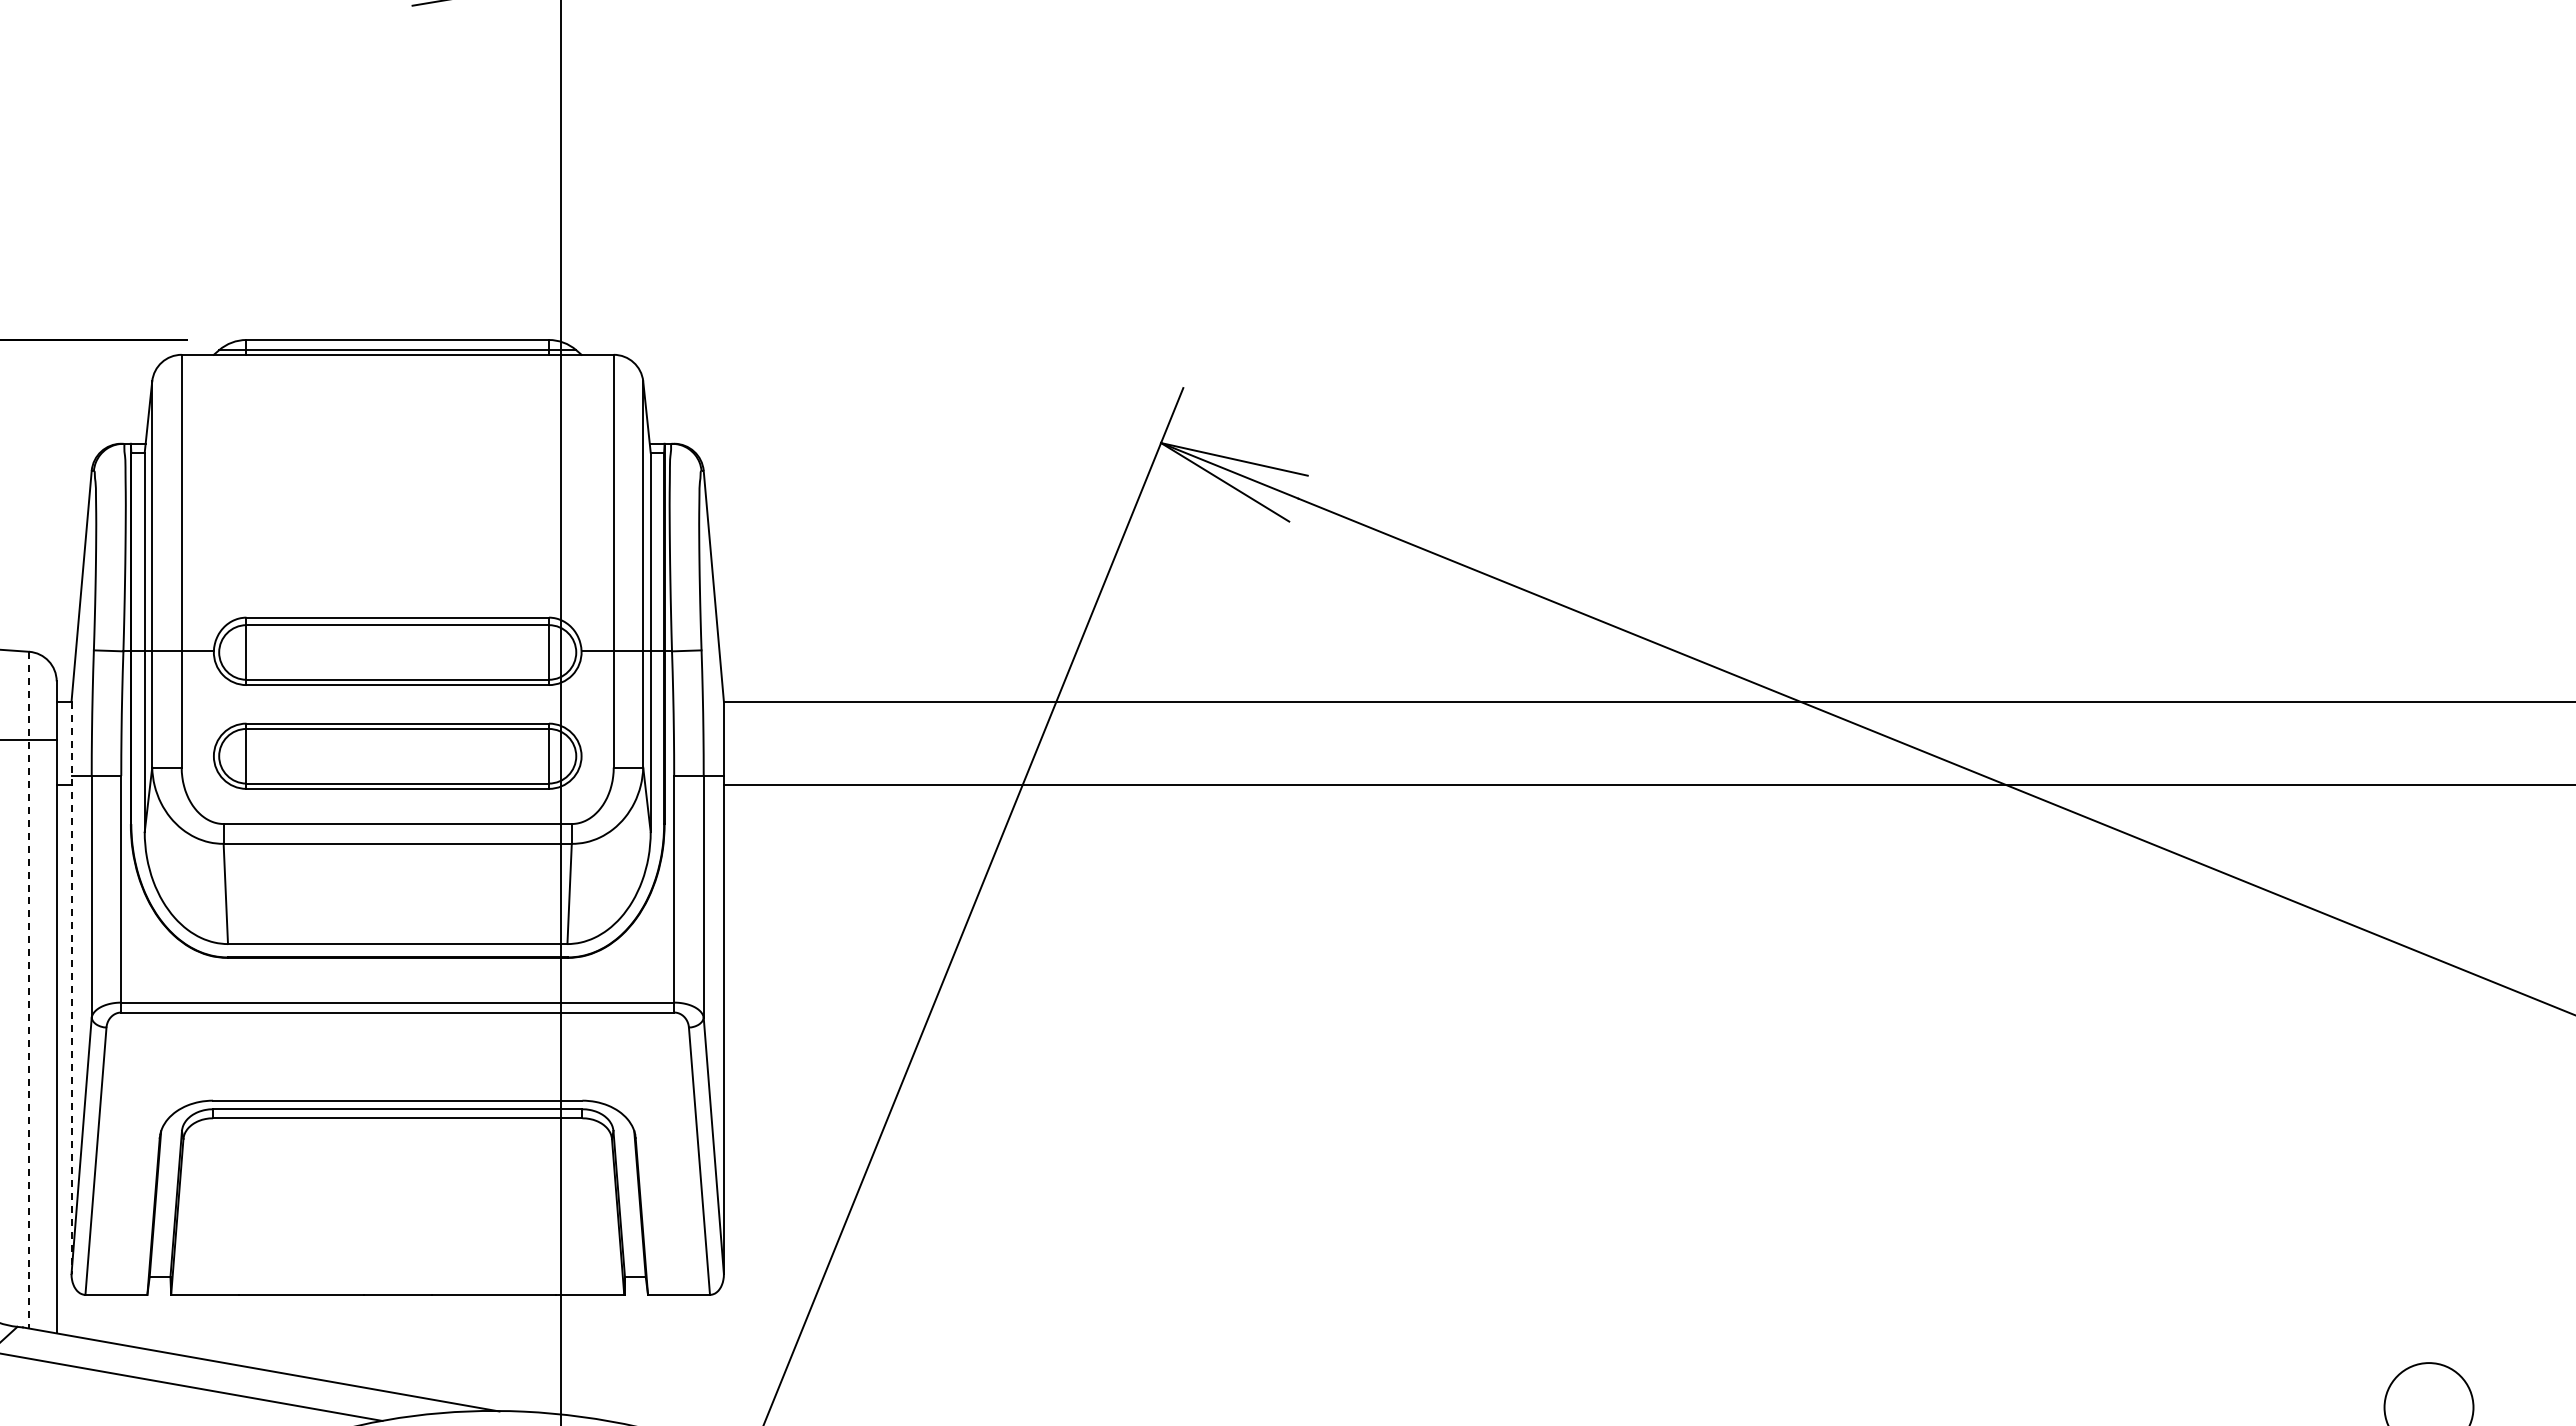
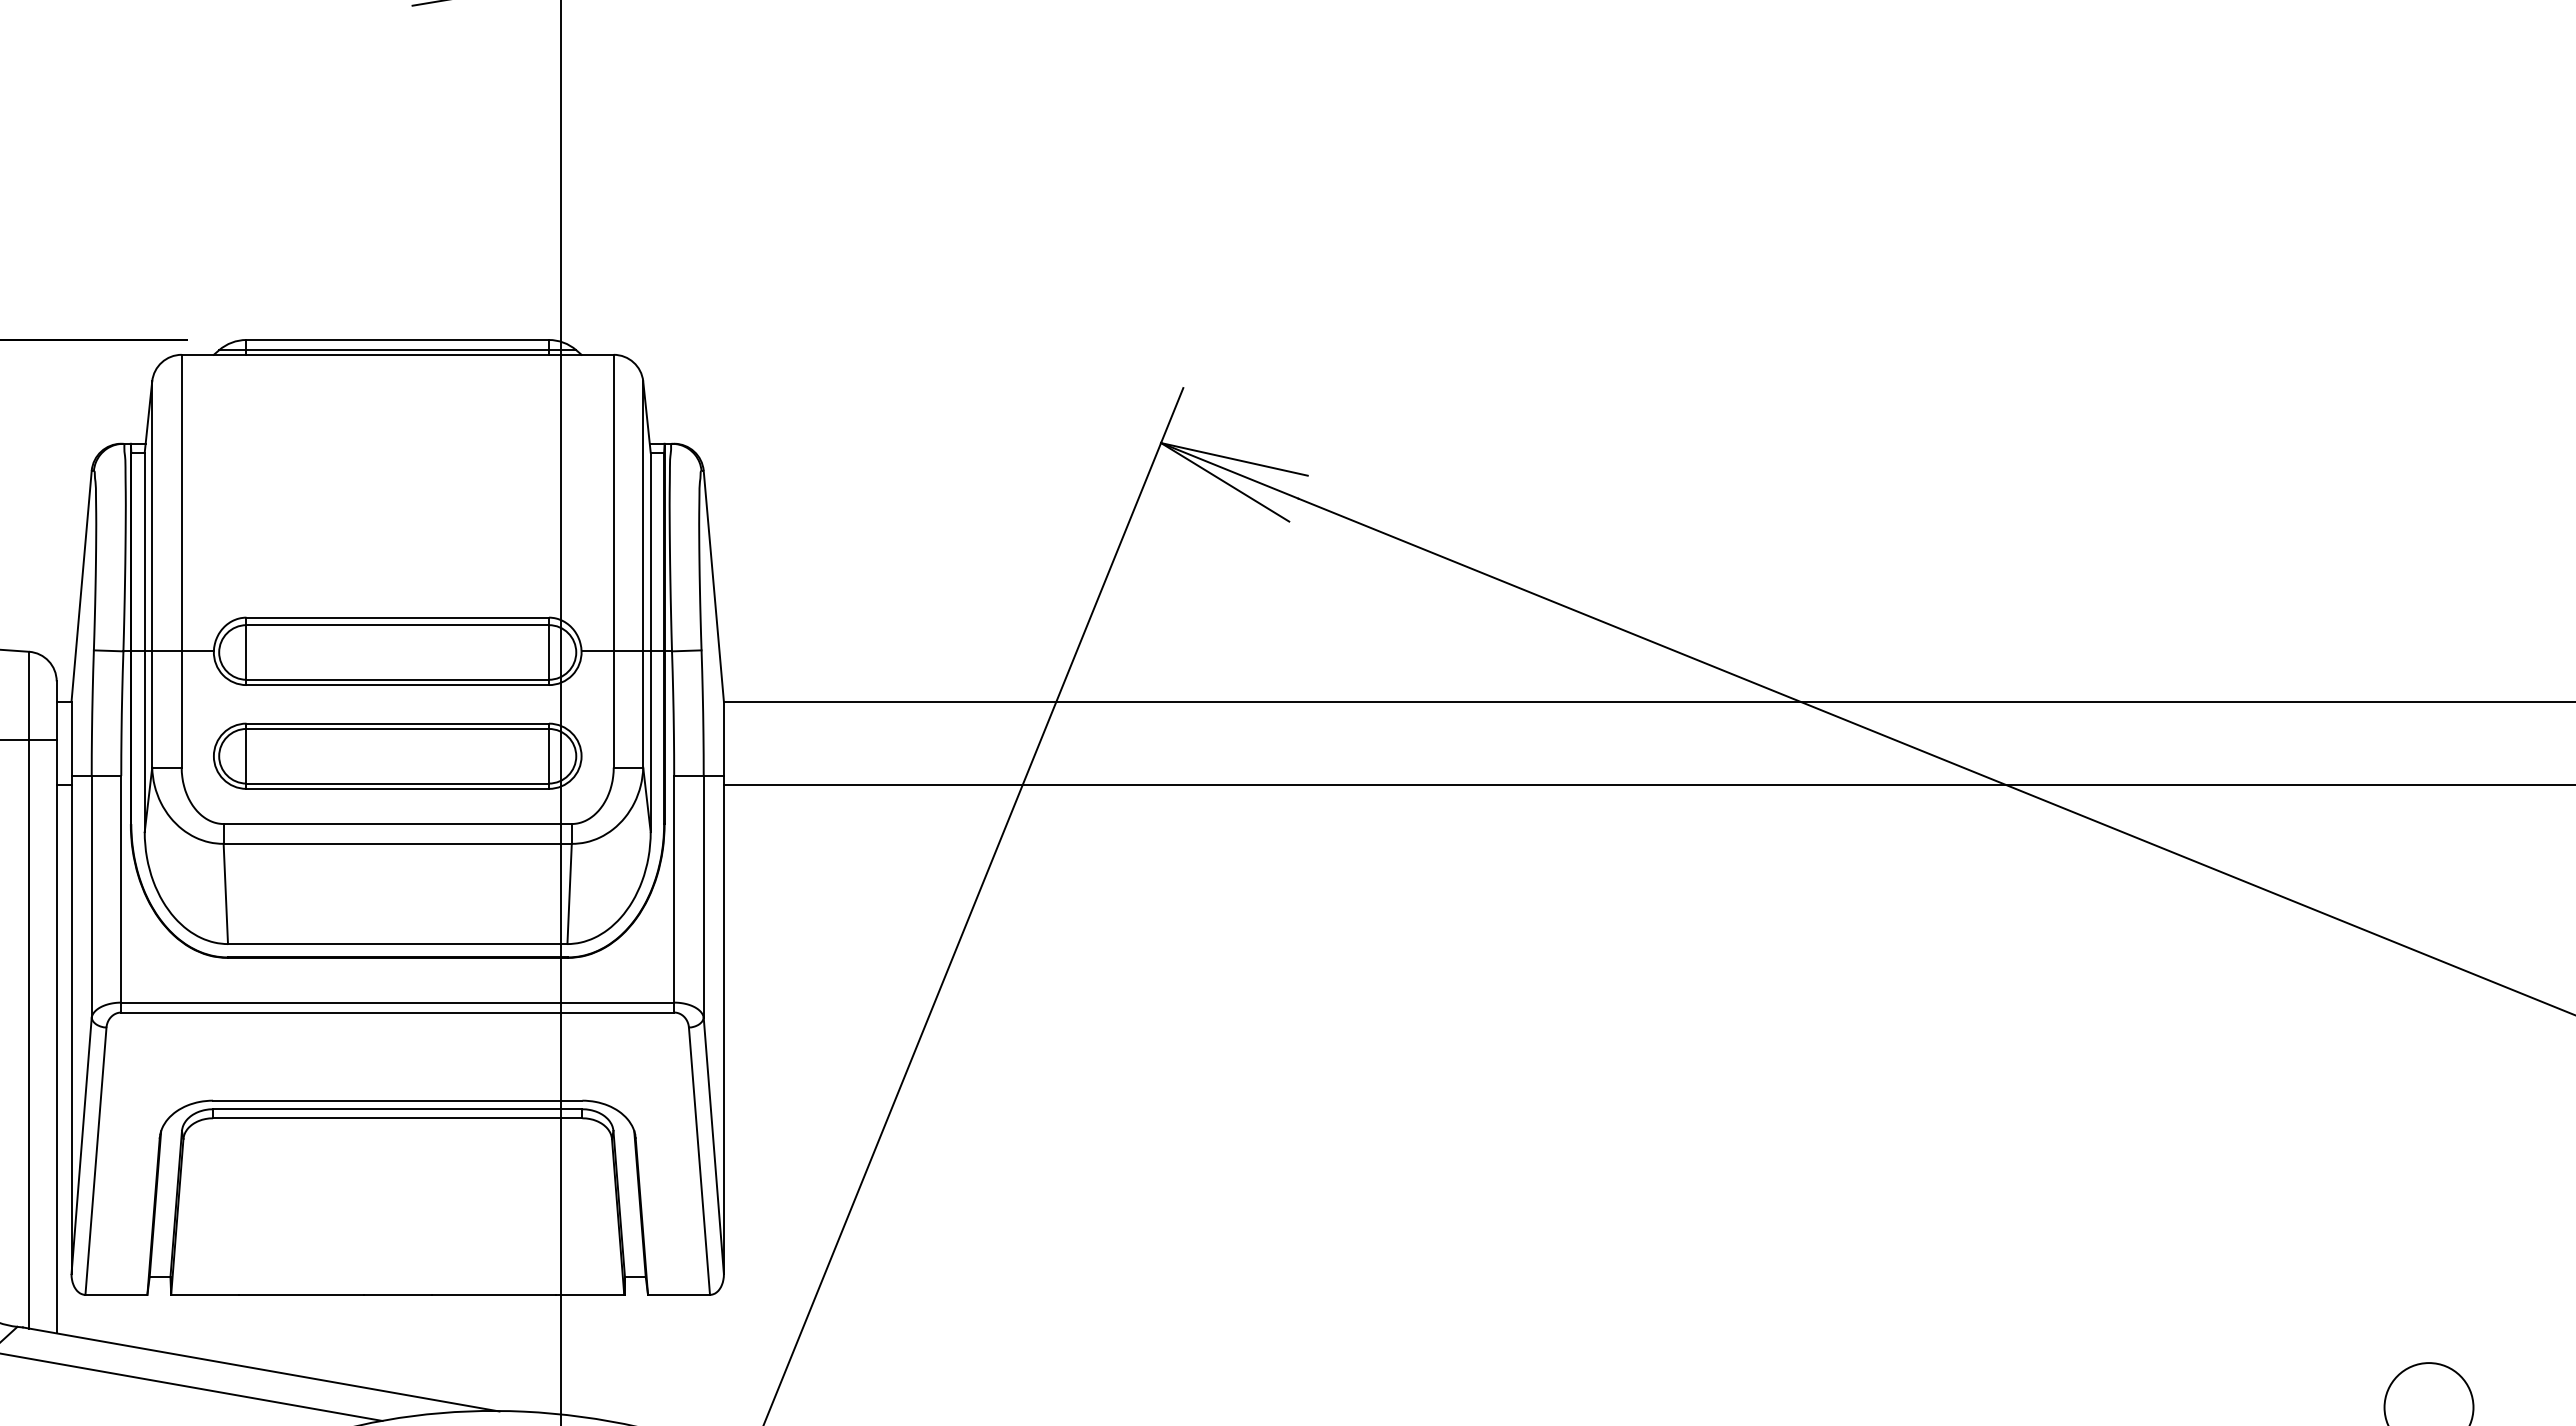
line at (71, 988): dashed -> solid
line at (29, 990): dashed -> solid
